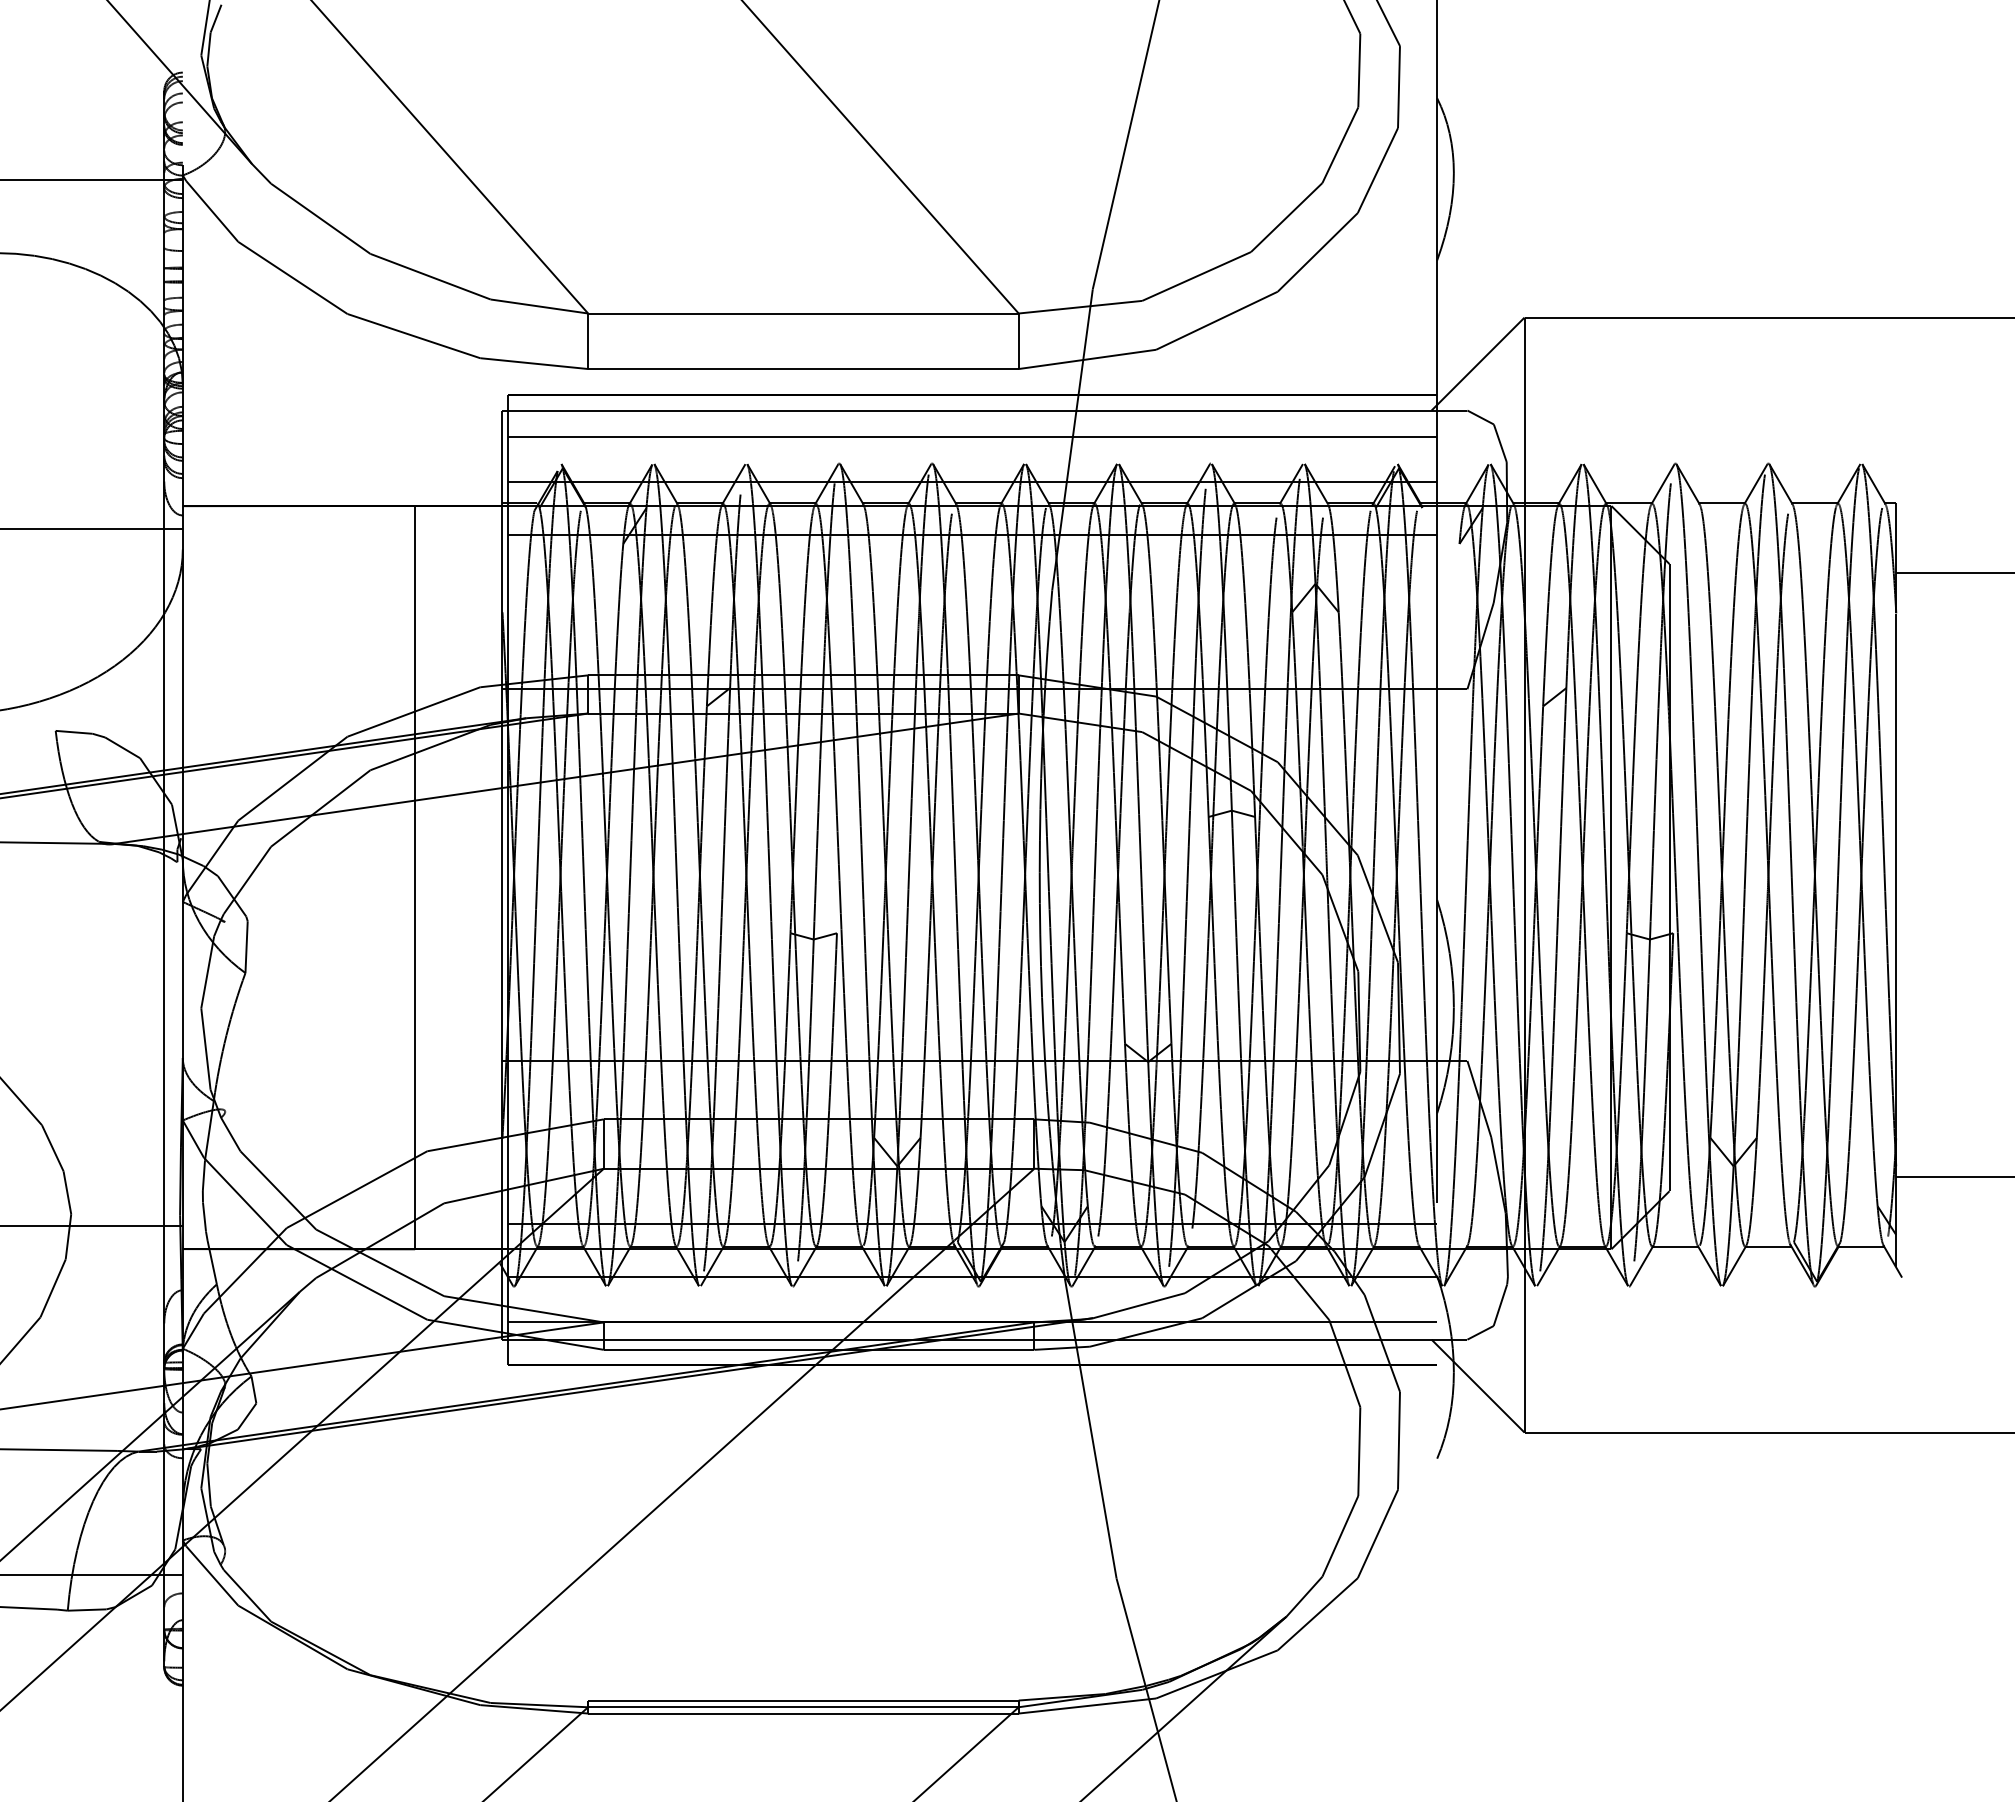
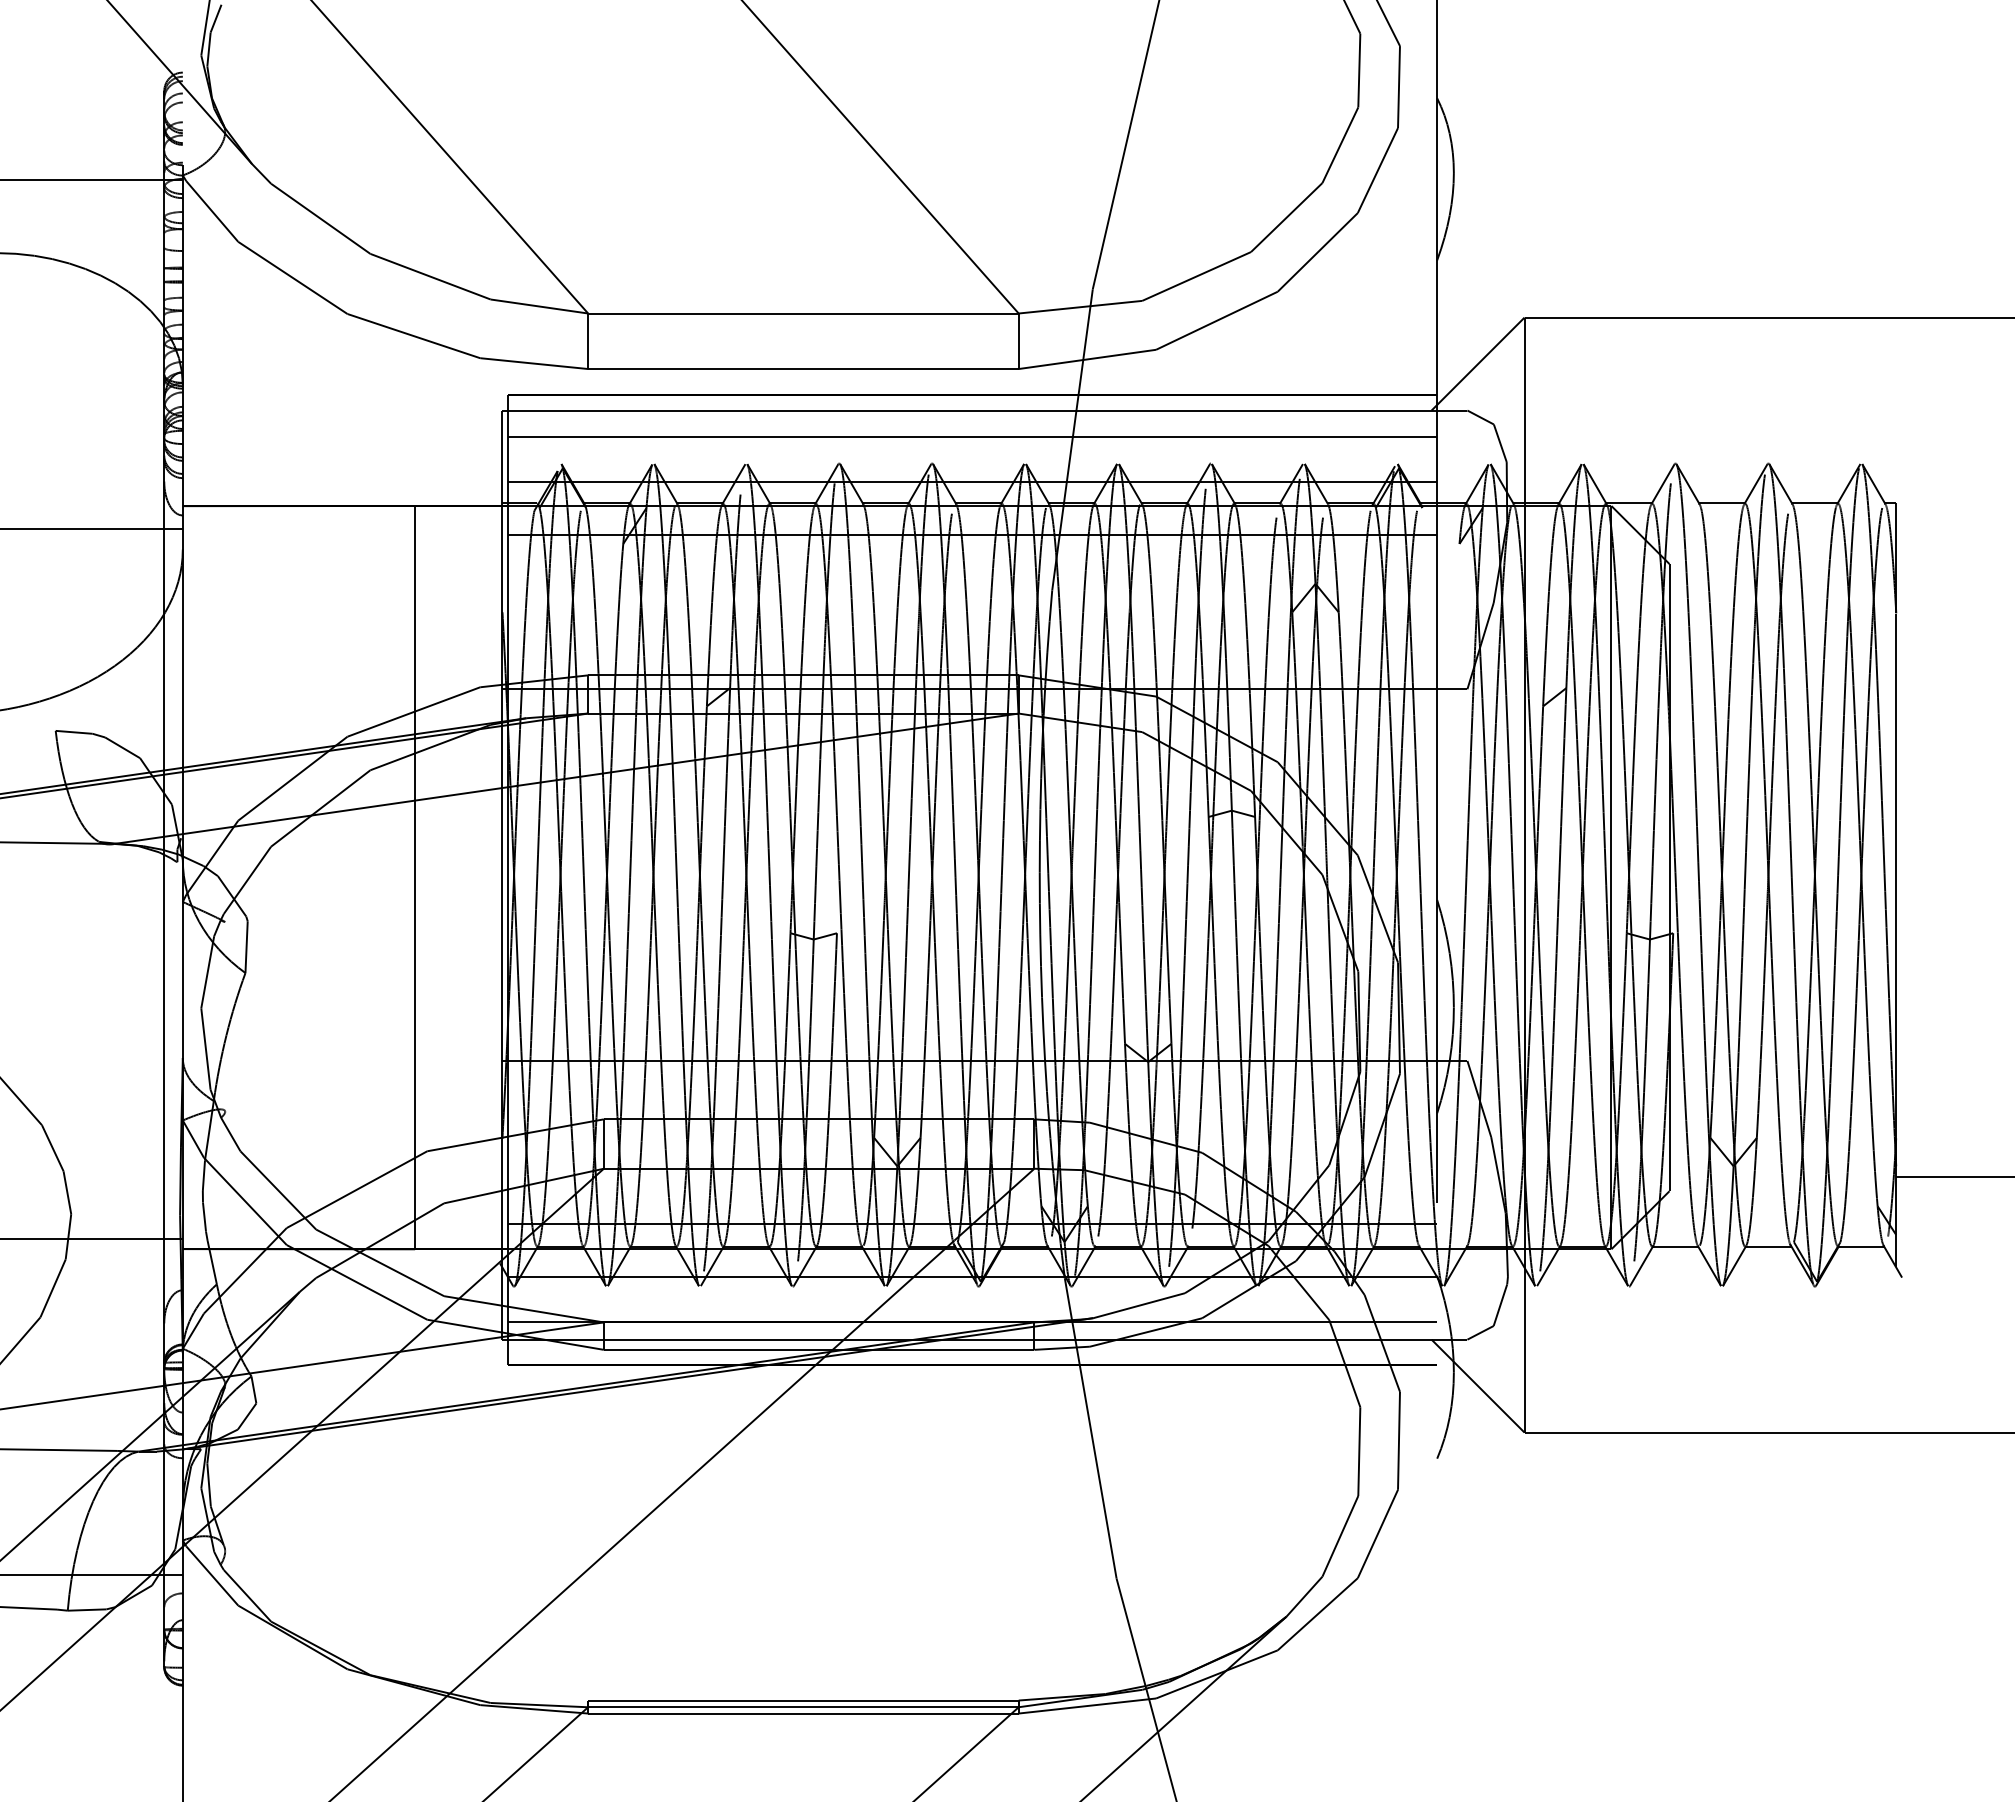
line at (1953, 573): present -> none
line at (92, 1226) position: (92, 1226) -> (92, 1239)
